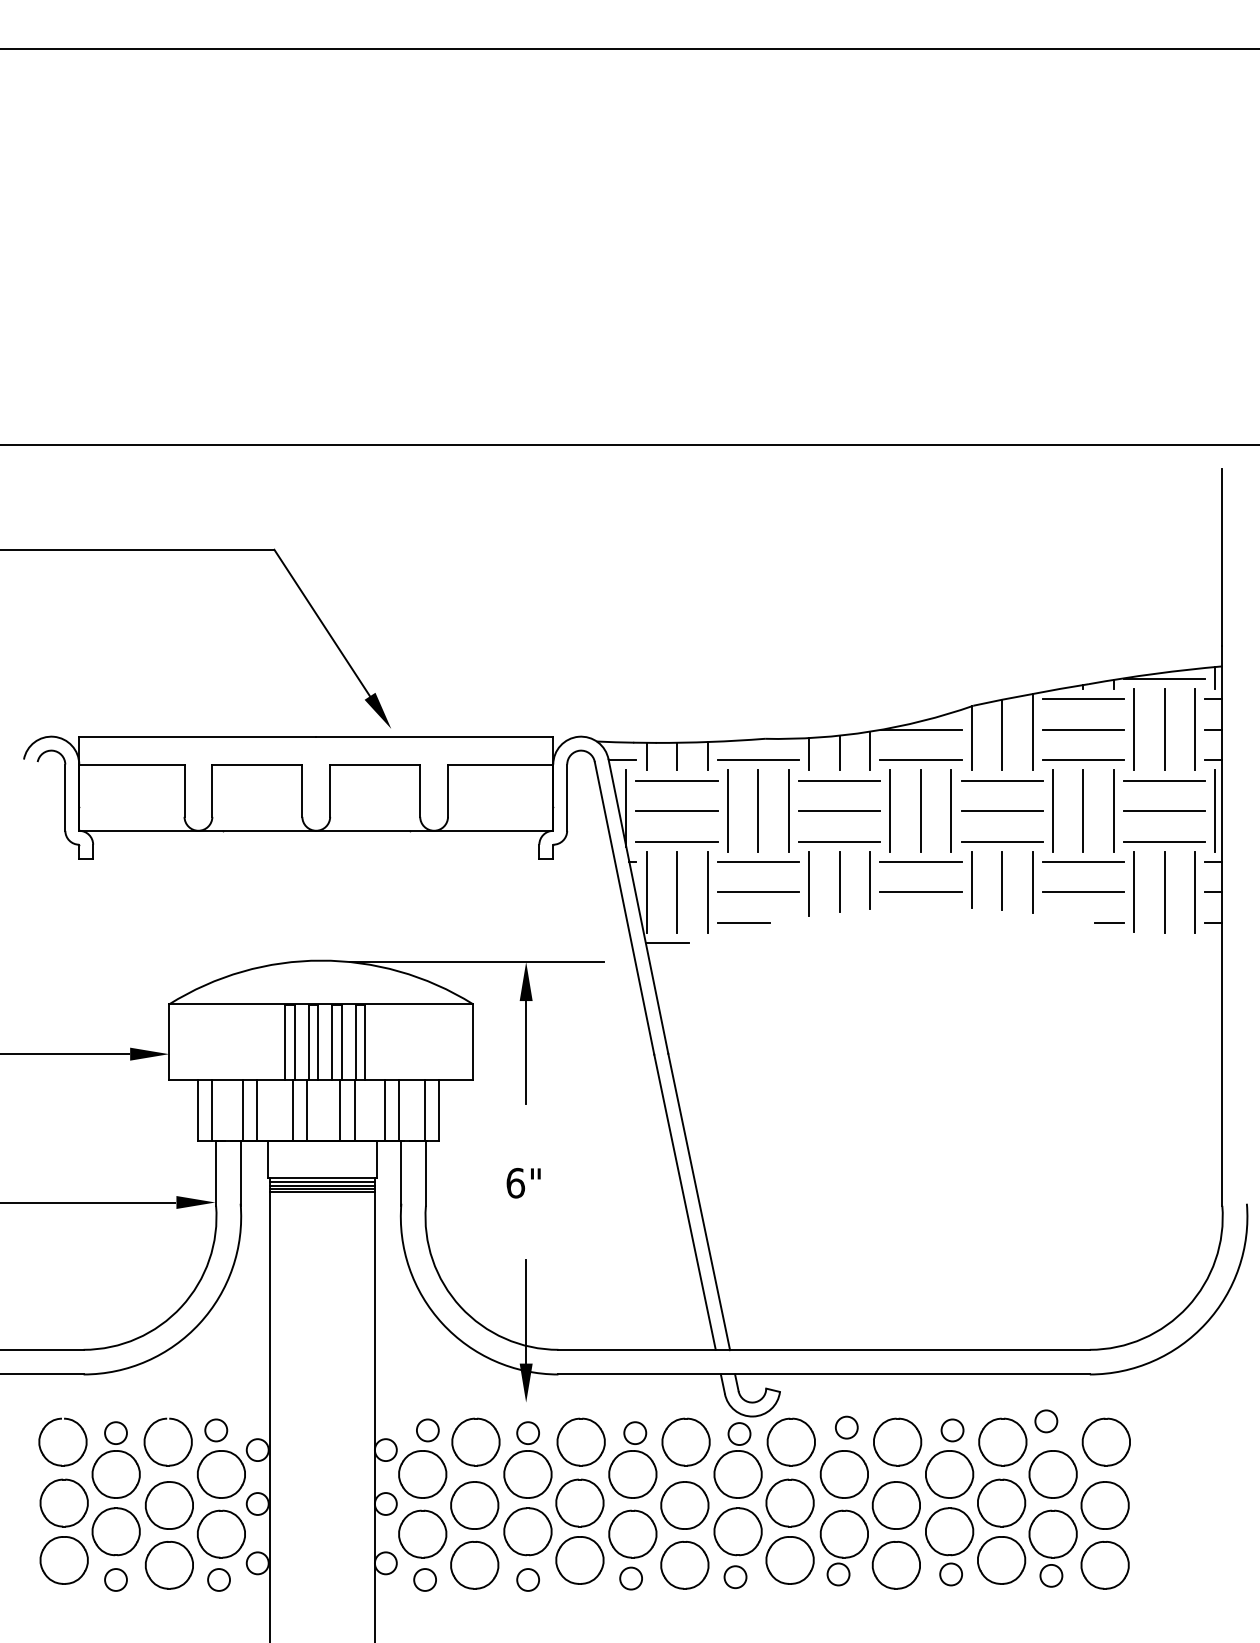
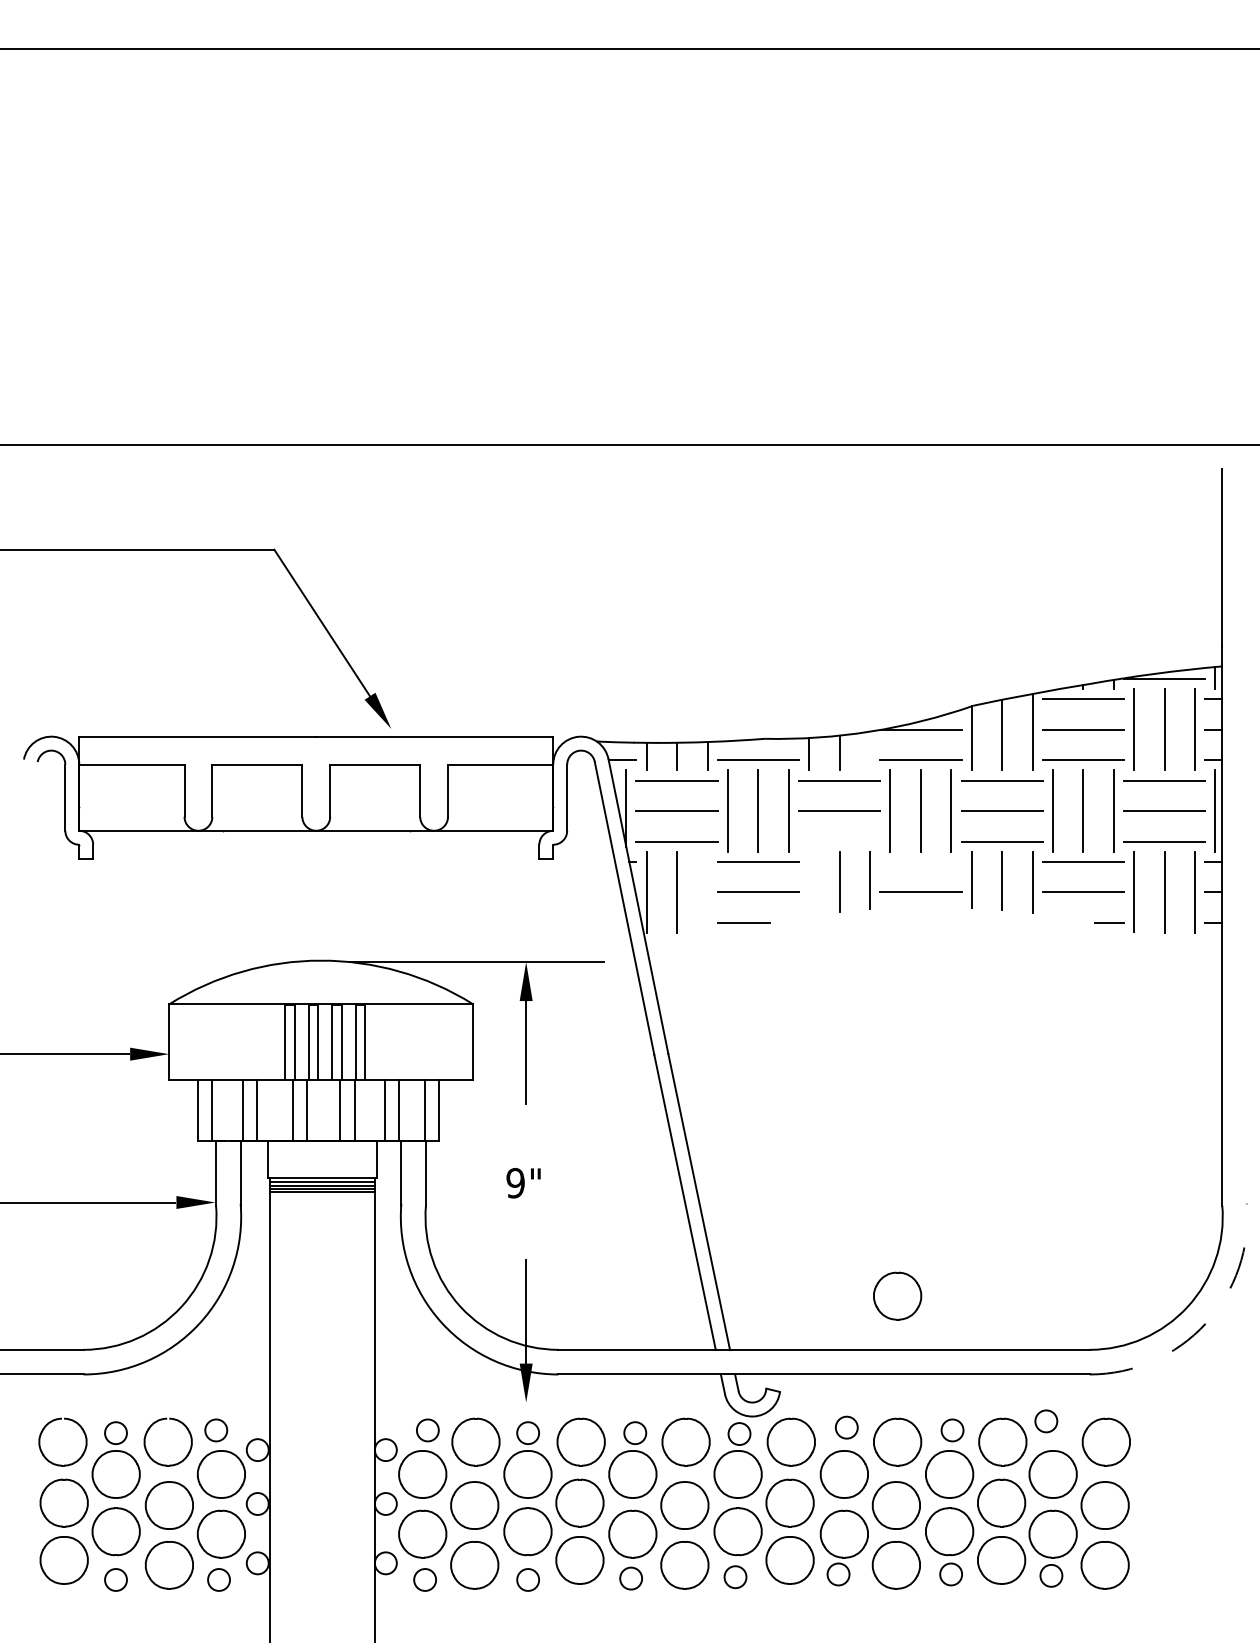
line at (870, 750): present -> none
line at (839, 841): present -> none
line at (920, 861): present -> none
line at (809, 883): present -> none
line at (707, 892): present -> none
line at (667, 943): present -> none
text at (515, 1182): 6" -> 9"
part at (897, 1295): none -> present
arc at (1205, 1323): solid -> dashed
